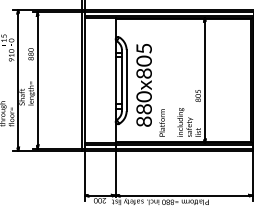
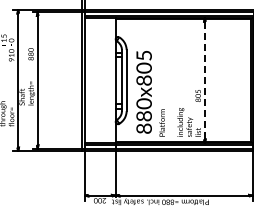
line at (204, 80): solid -> dashed
text at (143, 85) position: (143, 85) -> (143, 92)
